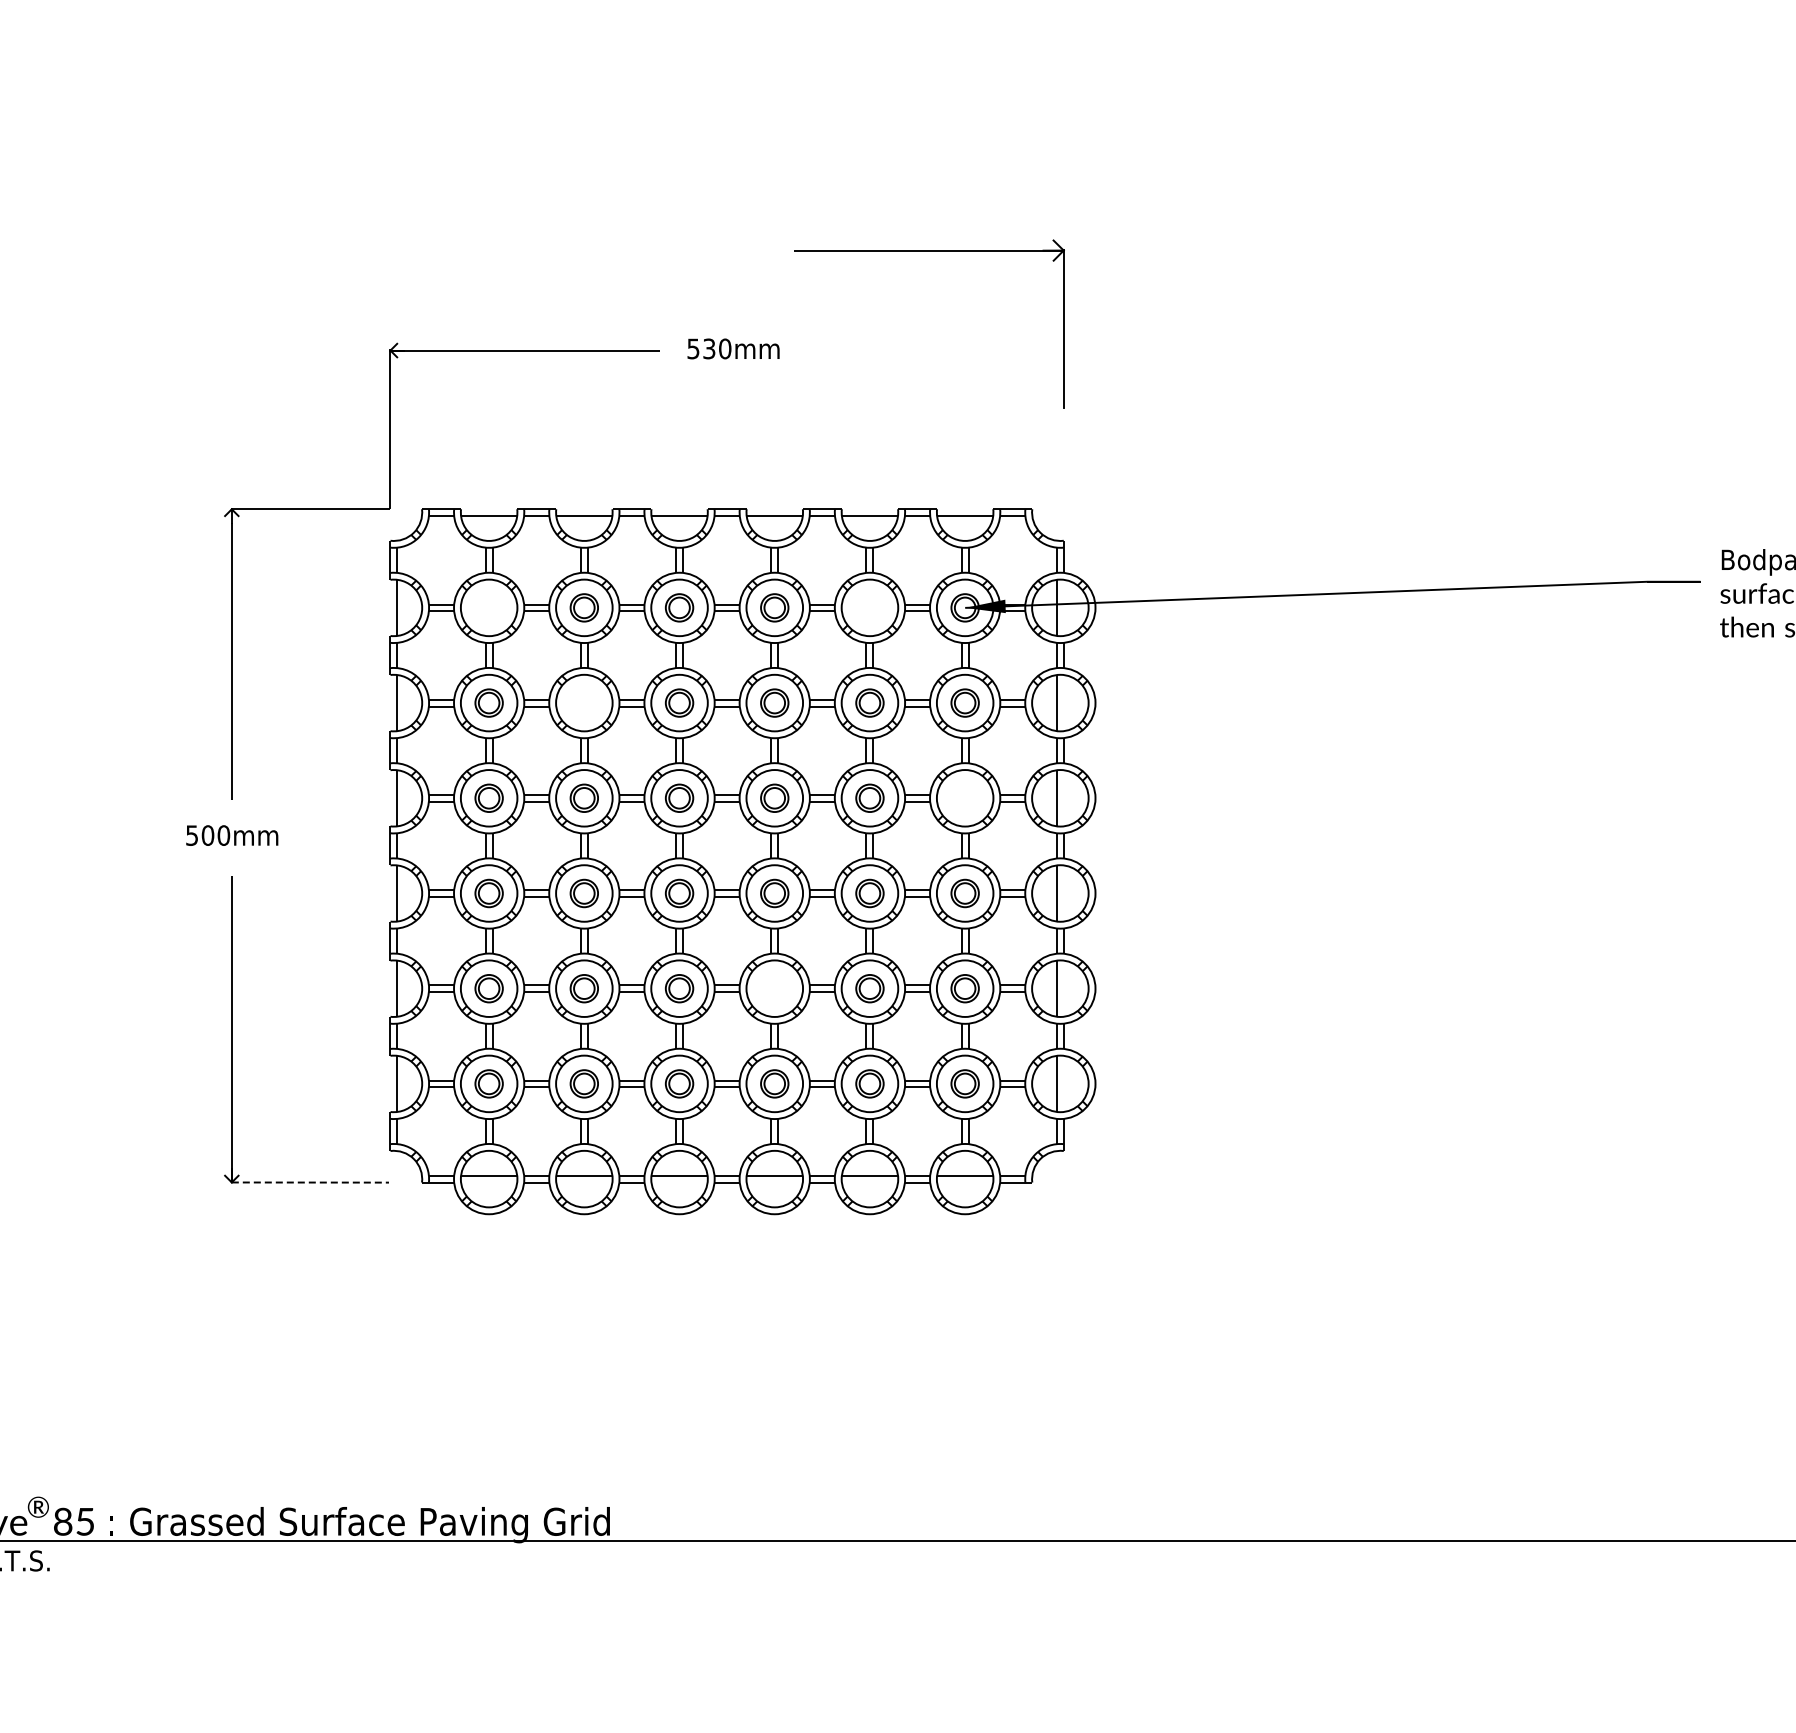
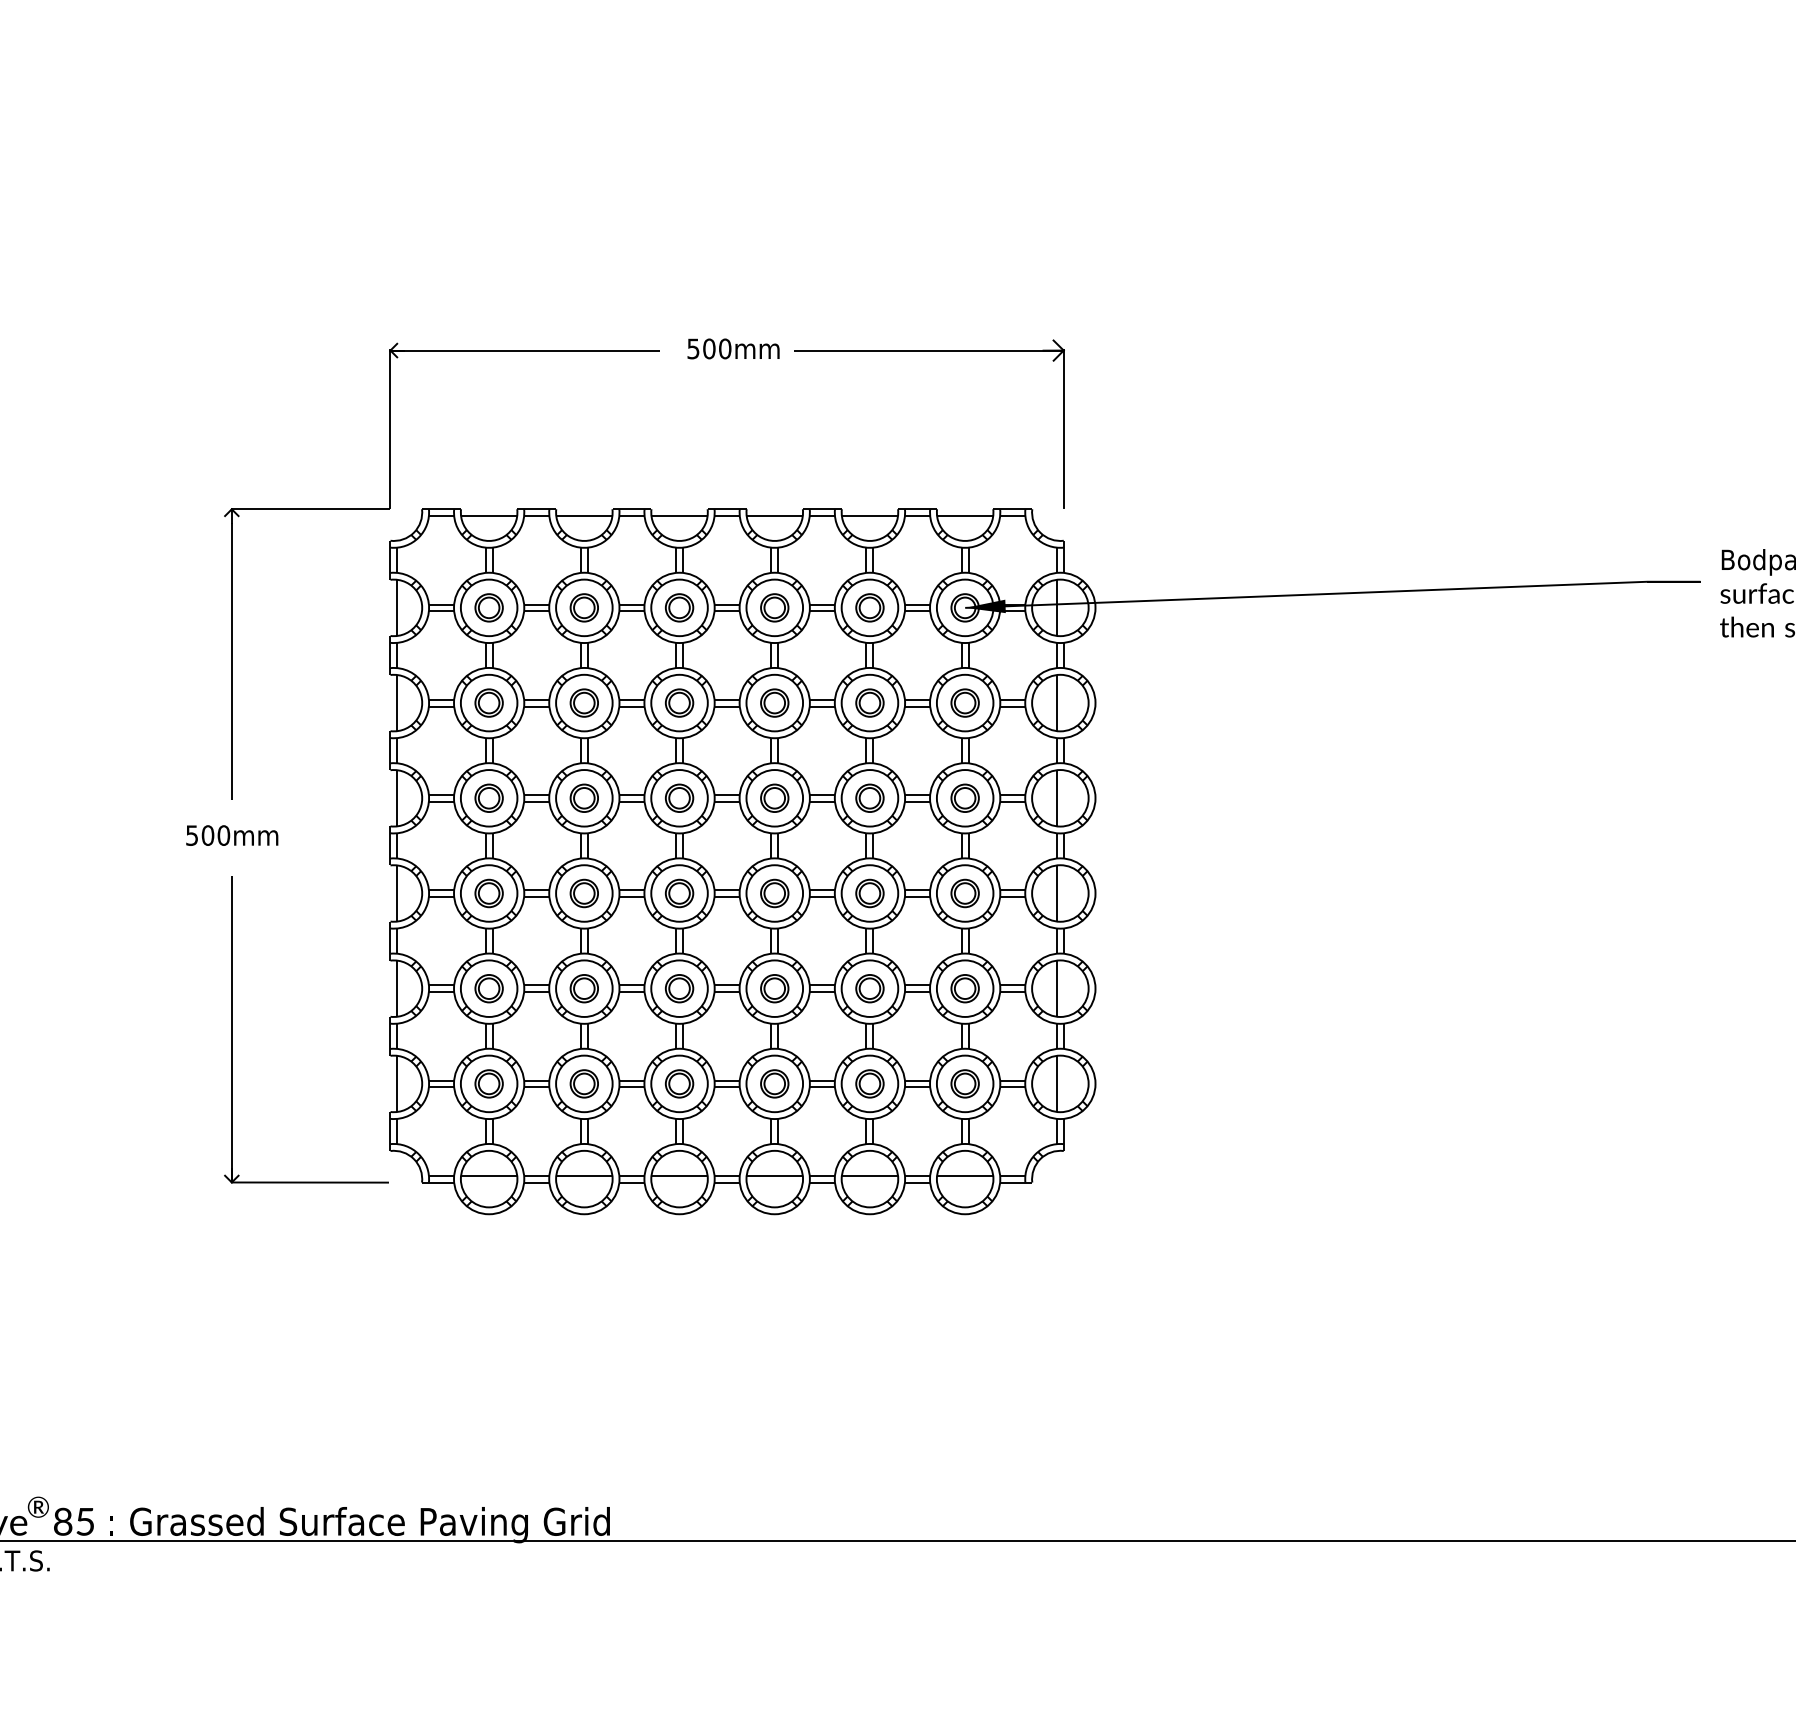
part at (929, 251) position: (929, 251) -> (929, 351)
text at (709, 348): 530mm -> 500mm
part at (488, 607): none -> present
part at (869, 607): none -> present
part at (583, 702): none -> present
part at (964, 797): none -> present
part at (774, 988): none -> present
line at (310, 1182): dashed -> solid
